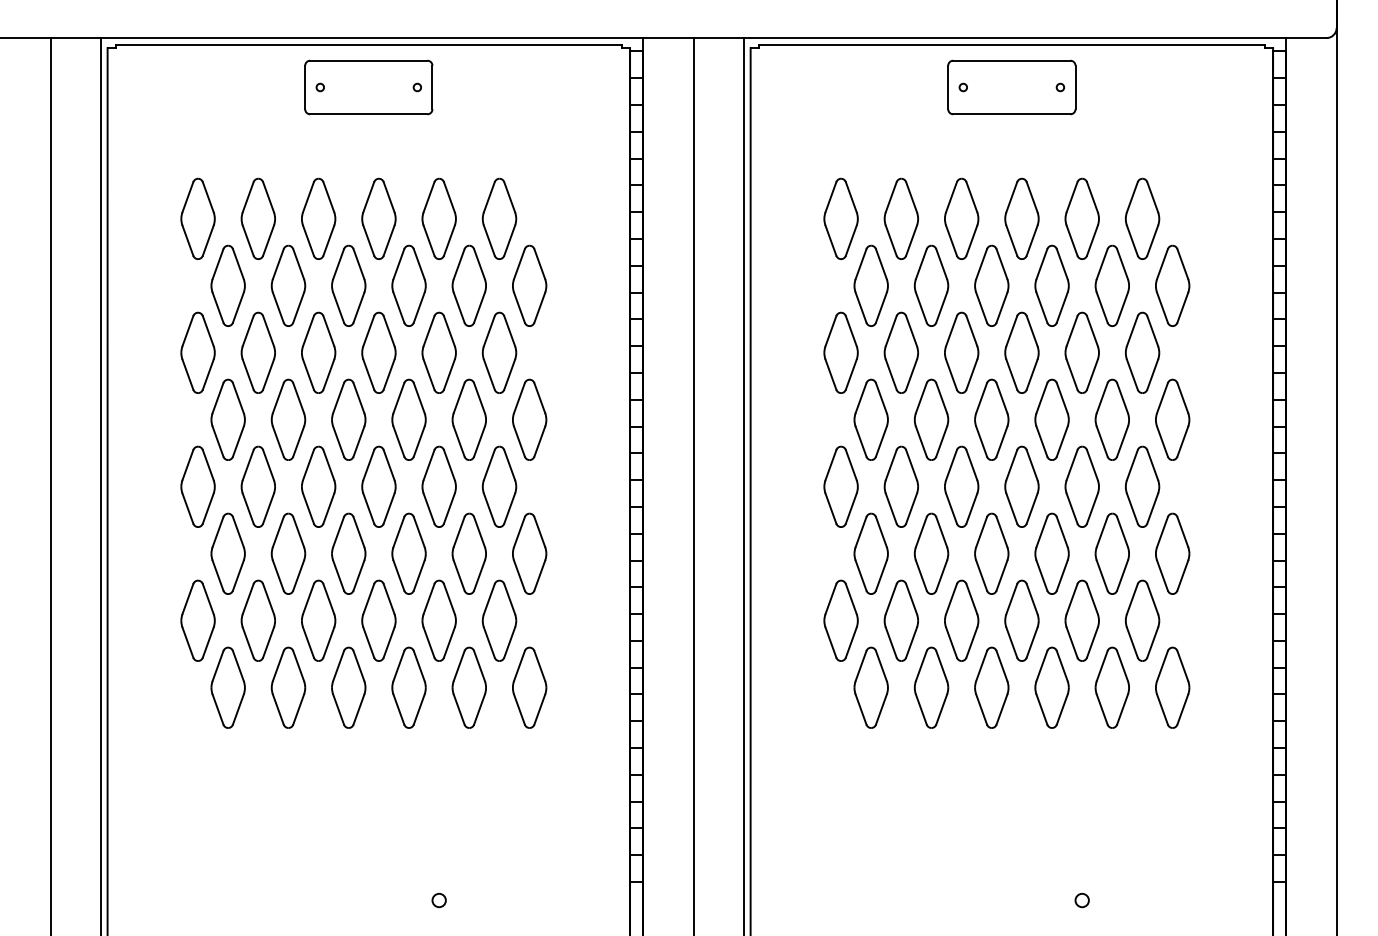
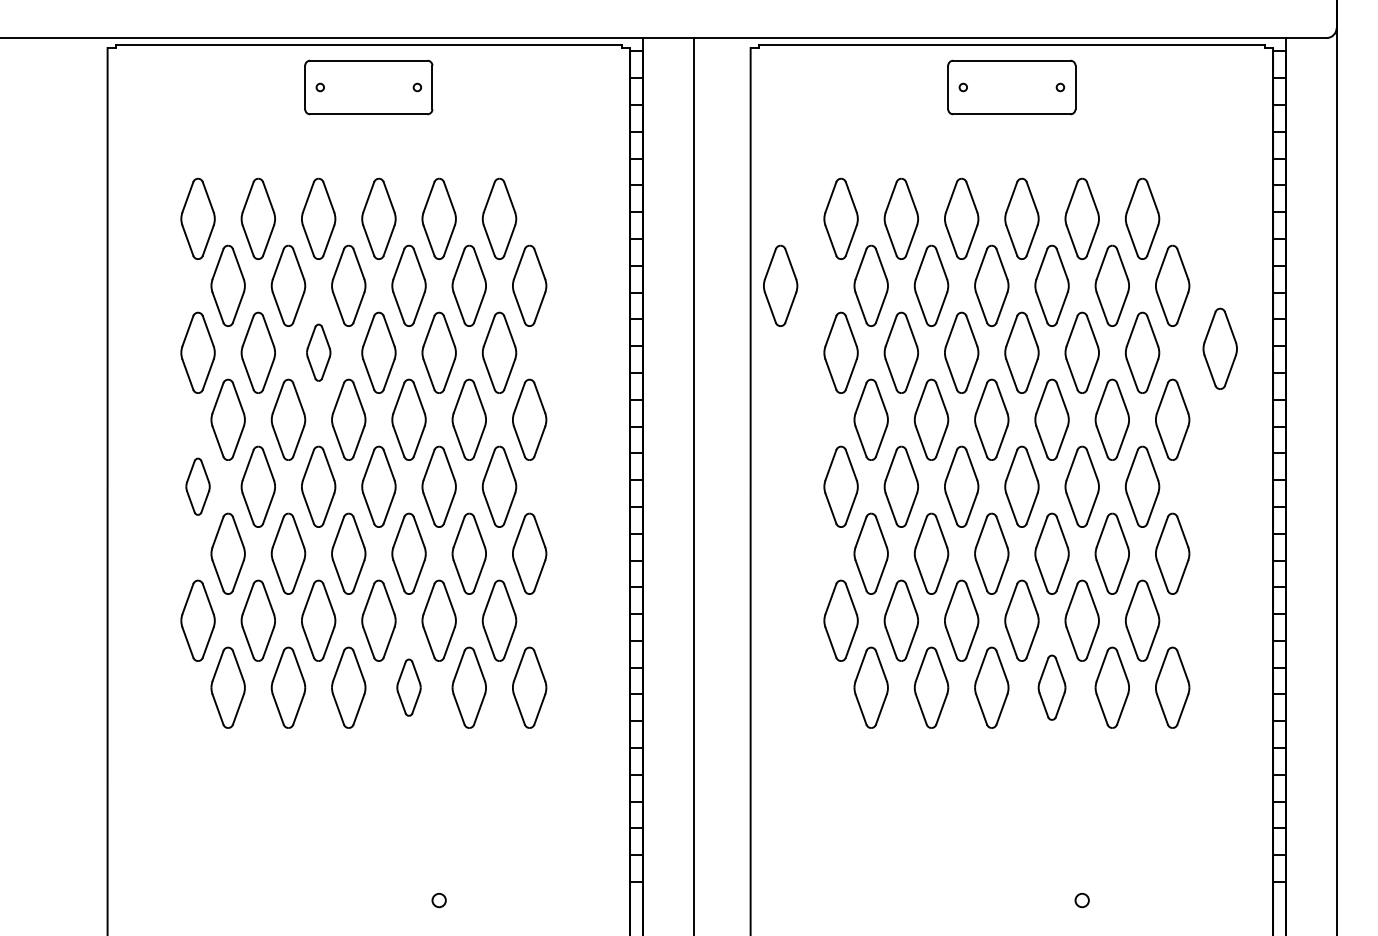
part at (780, 285): none -> present
part at (1219, 348): none -> present
part at (318, 352) size: 36x83 px -> 26x59 px
line at (50, 485): present -> none
line at (100, 485): present -> none
line at (743, 485): present -> none
part at (197, 486) size: 36x83 px -> 26x59 px
part at (408, 687) size: 36x83 px -> 26x59 px
part at (1051, 687) size: 36x83 px -> 30x67 px
